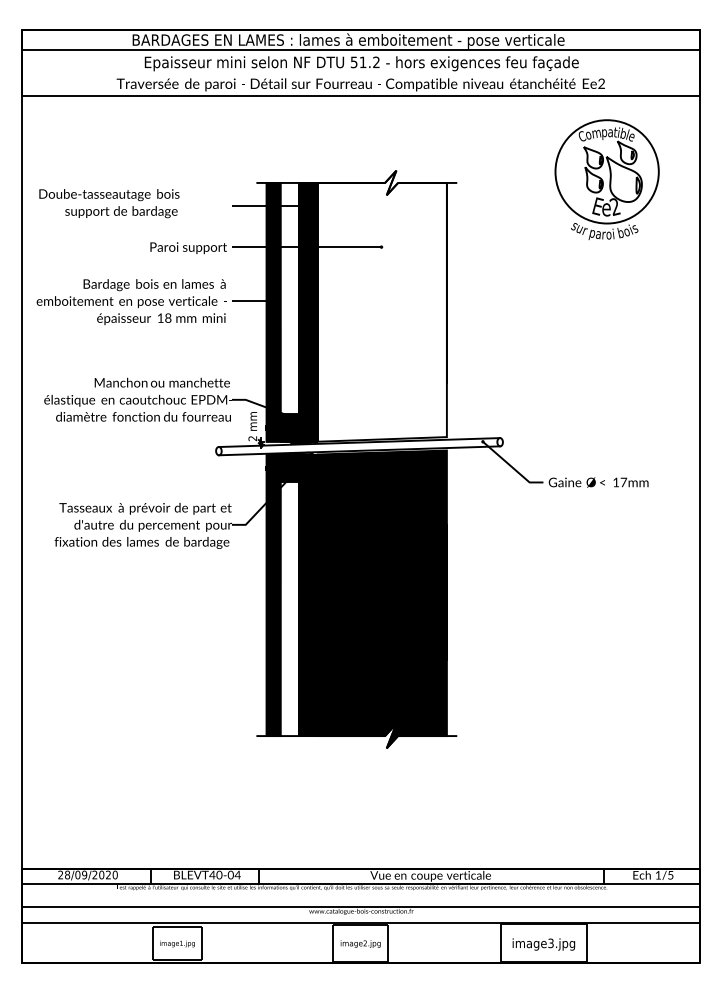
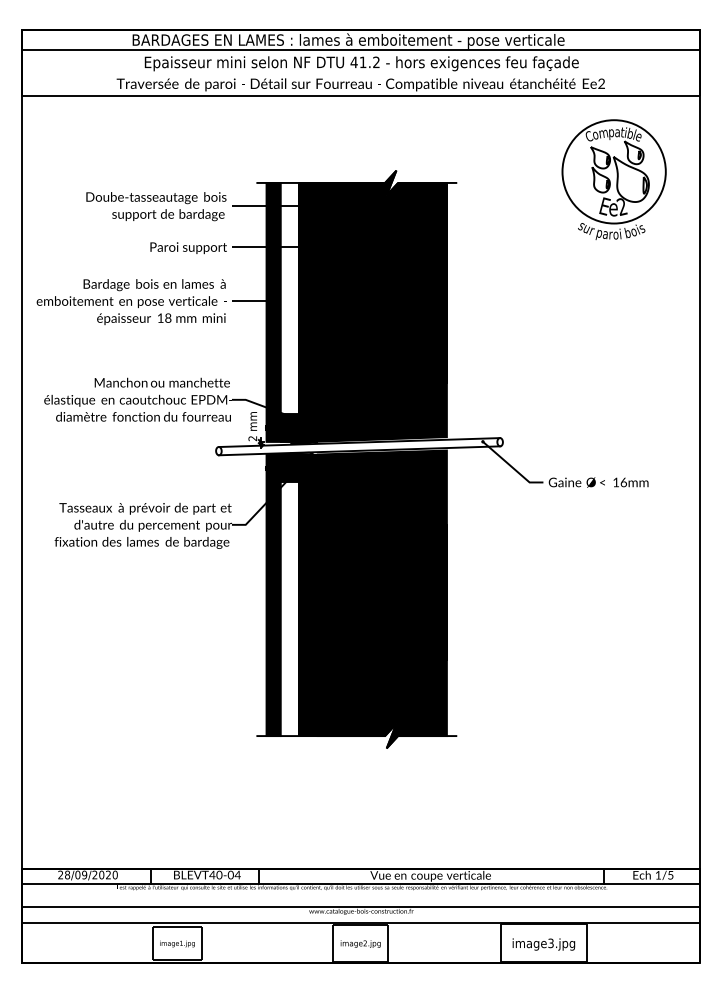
text at (353, 62): 51.2 -> 41.2
part at (606, 179) position: (606, 179) -> (613, 179)
text at (109, 203) position: (109, 203) -> (156, 206)
fill at (381, 305): none -> present
text at (623, 482): 17mm -> 16mm
